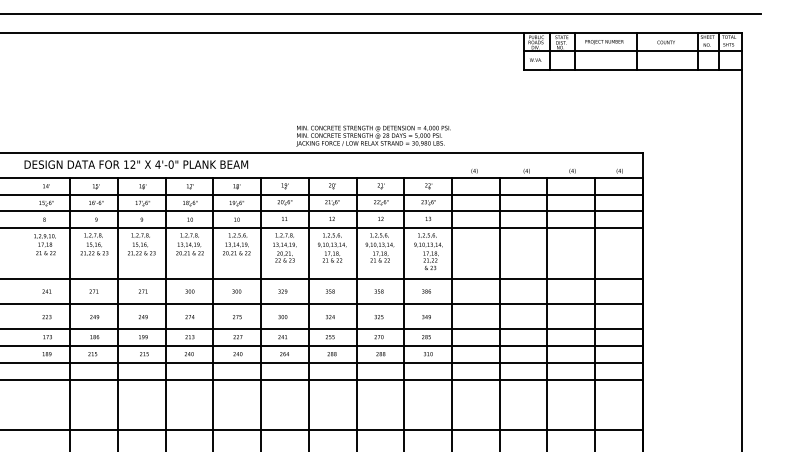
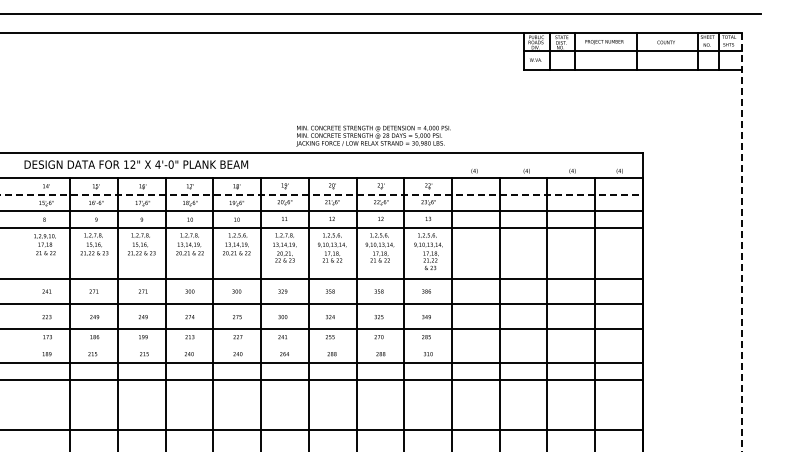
line at (321, 194): solid -> dashed
line at (742, 242): solid -> dashed
line at (322, 345): present -> none
